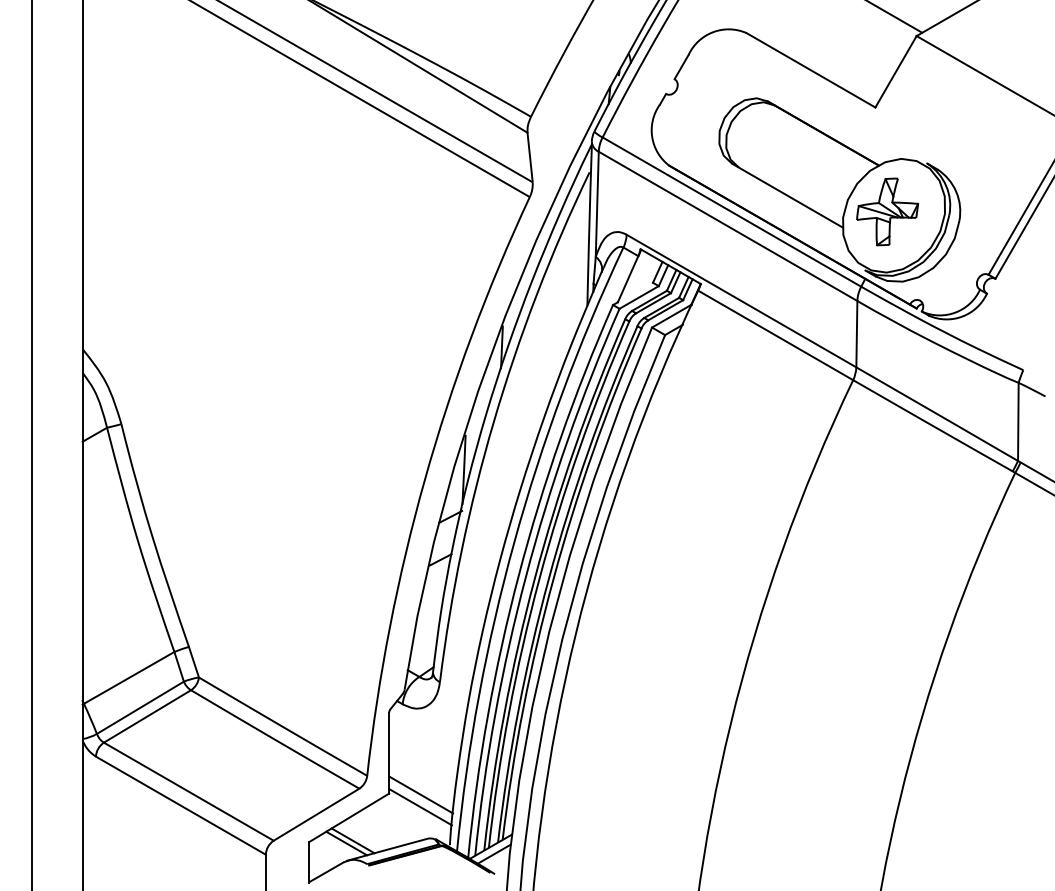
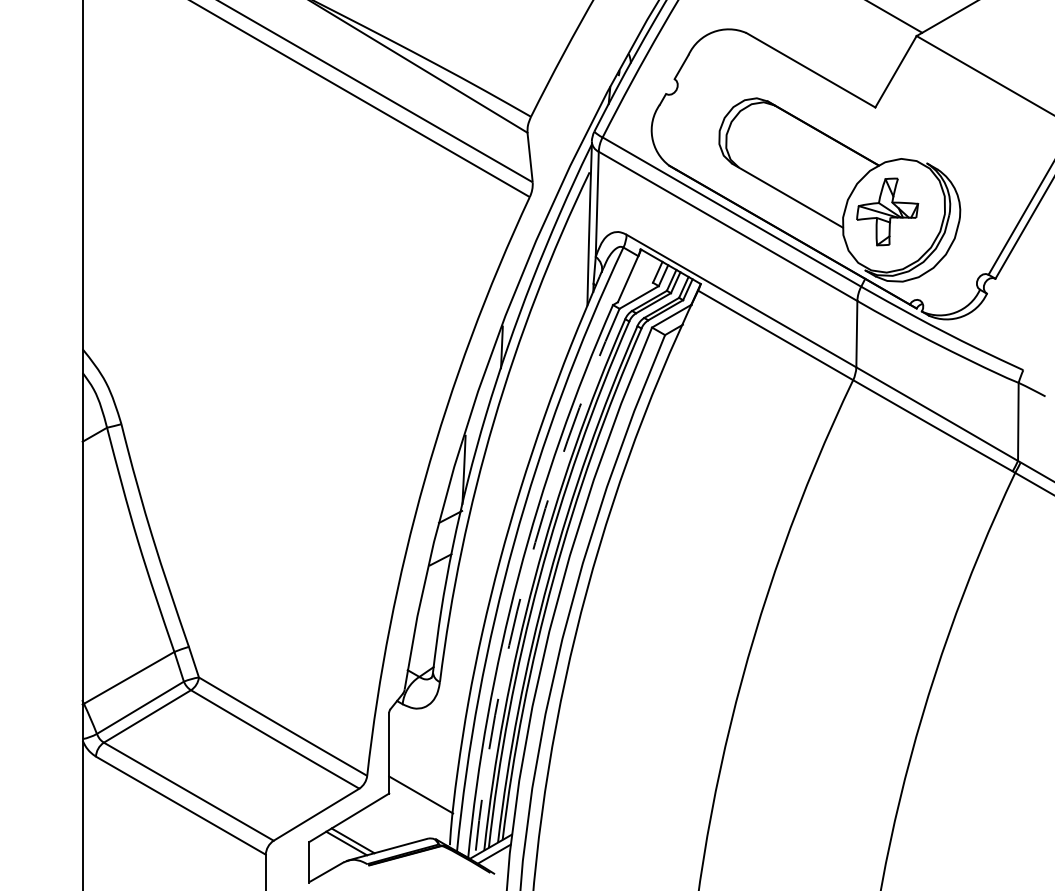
line at (31, 444): present -> none
arc at (525, 576): solid -> dashed
line at (420, 807): present -> none
